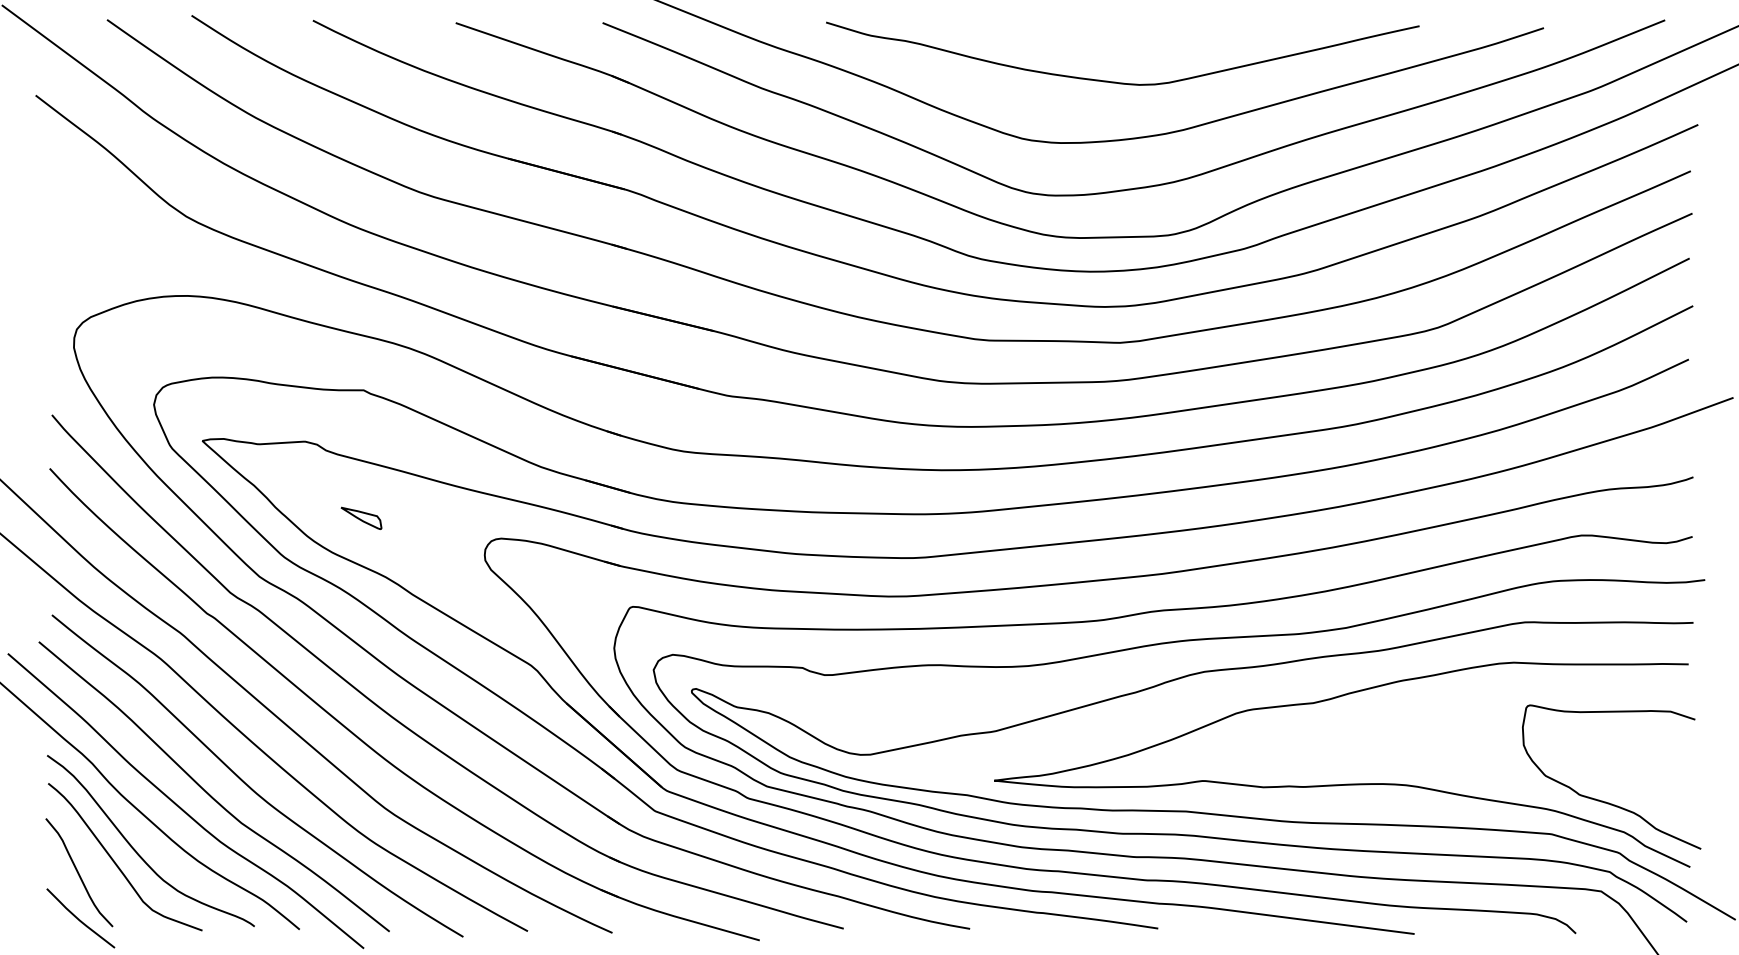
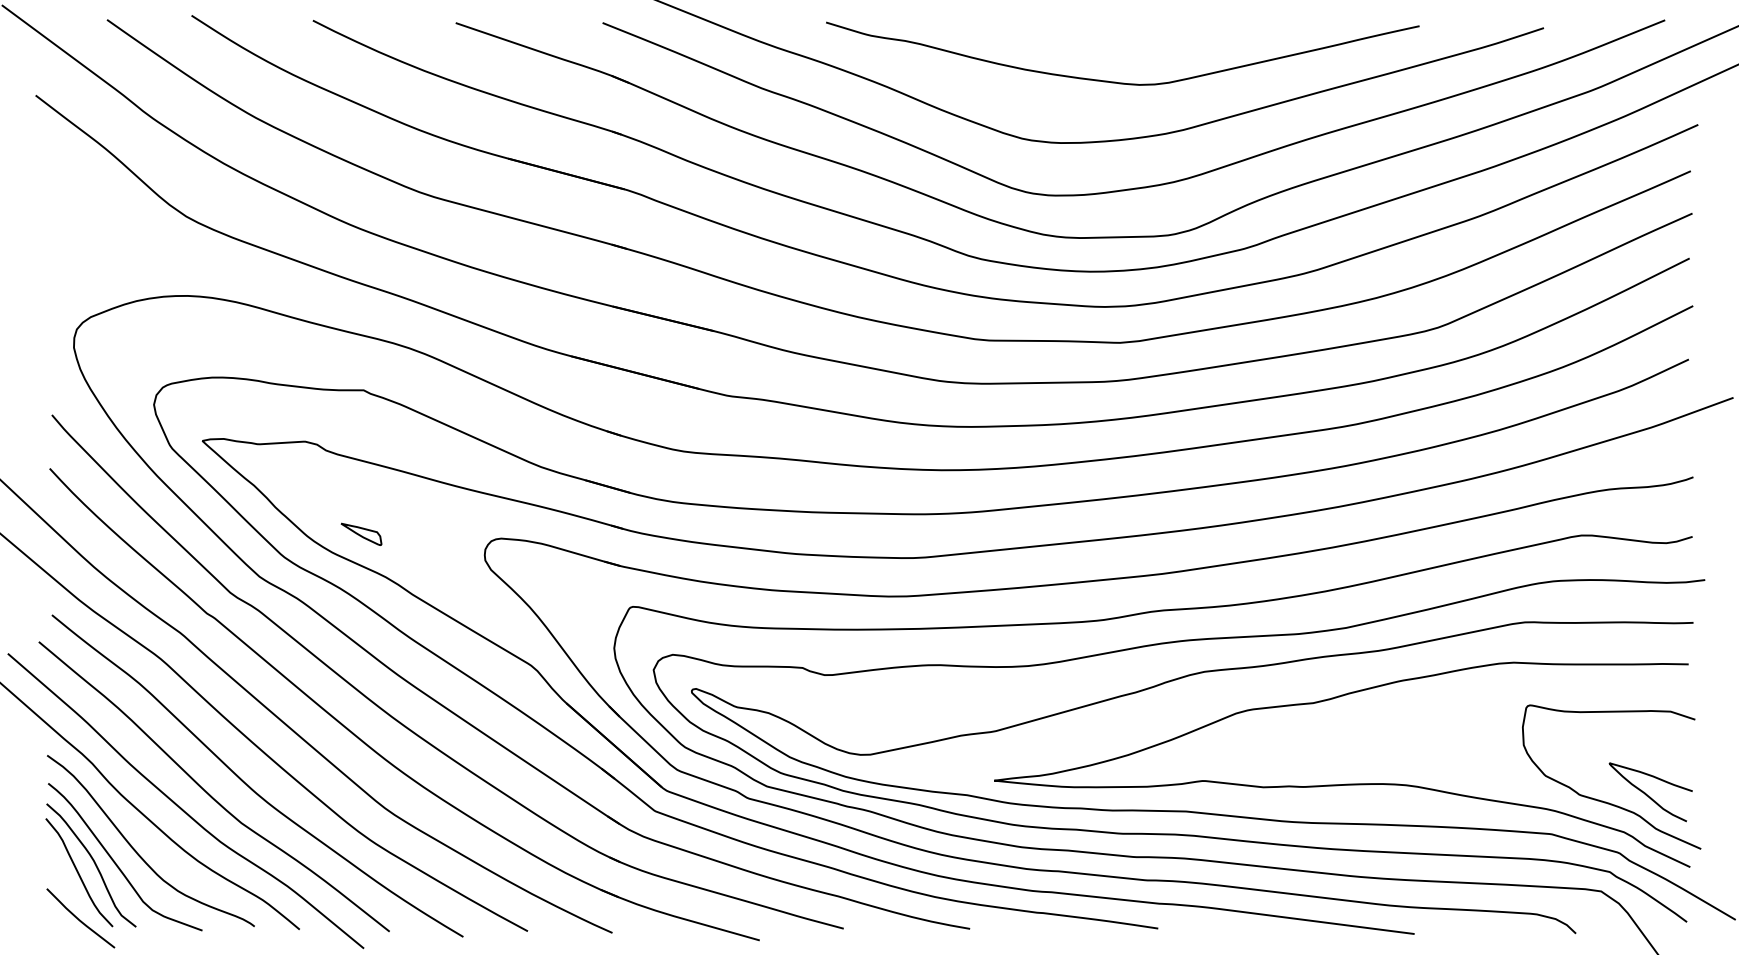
part at (361, 517) position: (361, 517) -> (361, 533)
curve at (1647, 794): none -> present
curve at (94, 864): none -> present
